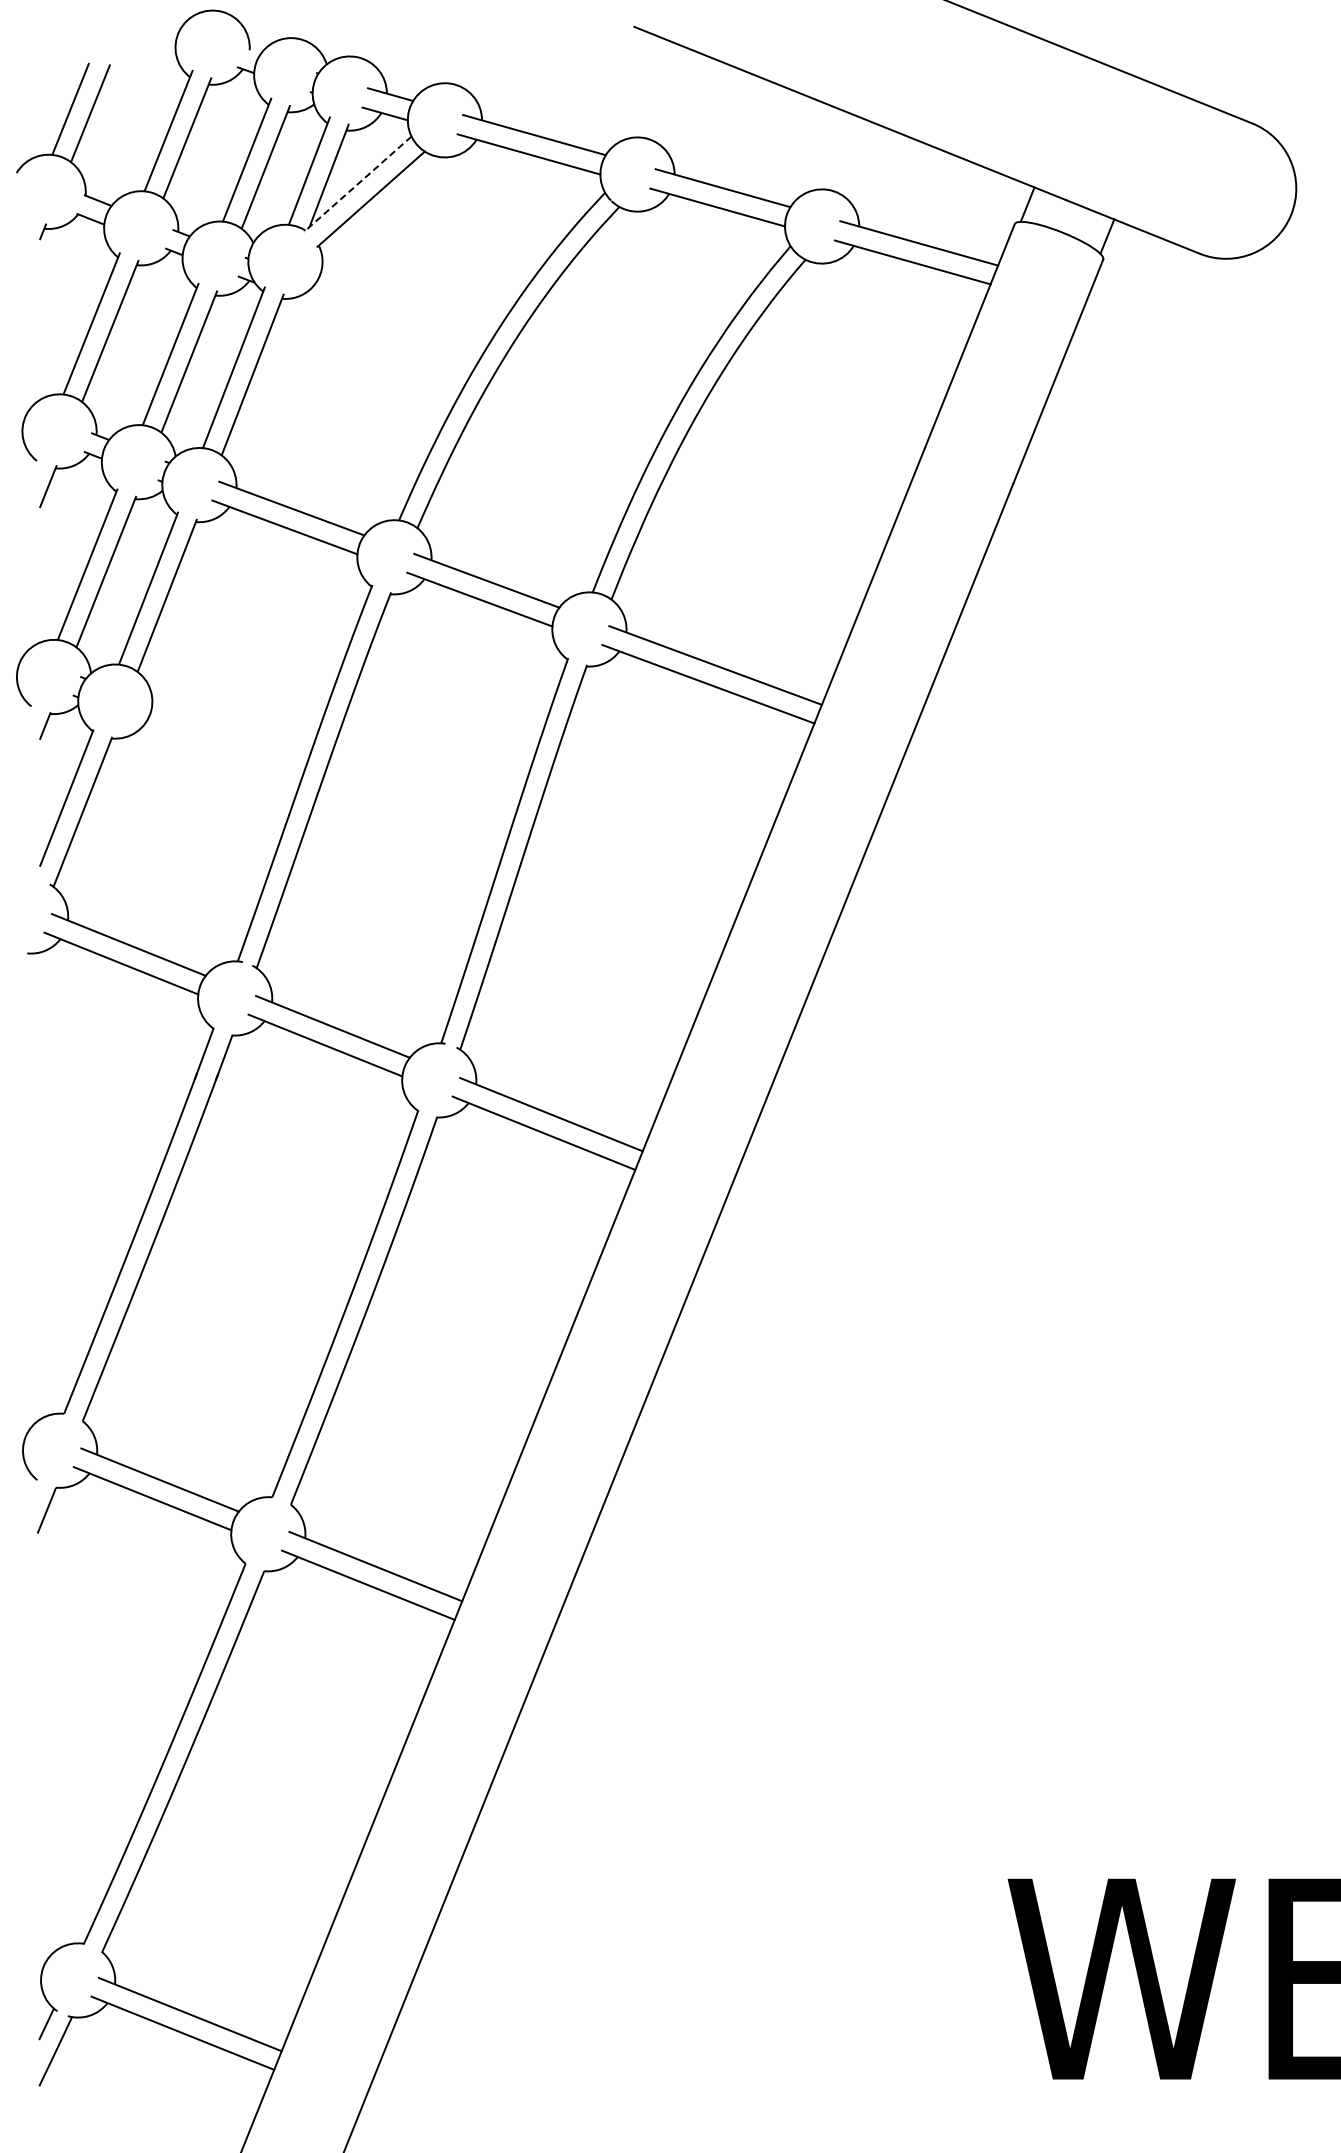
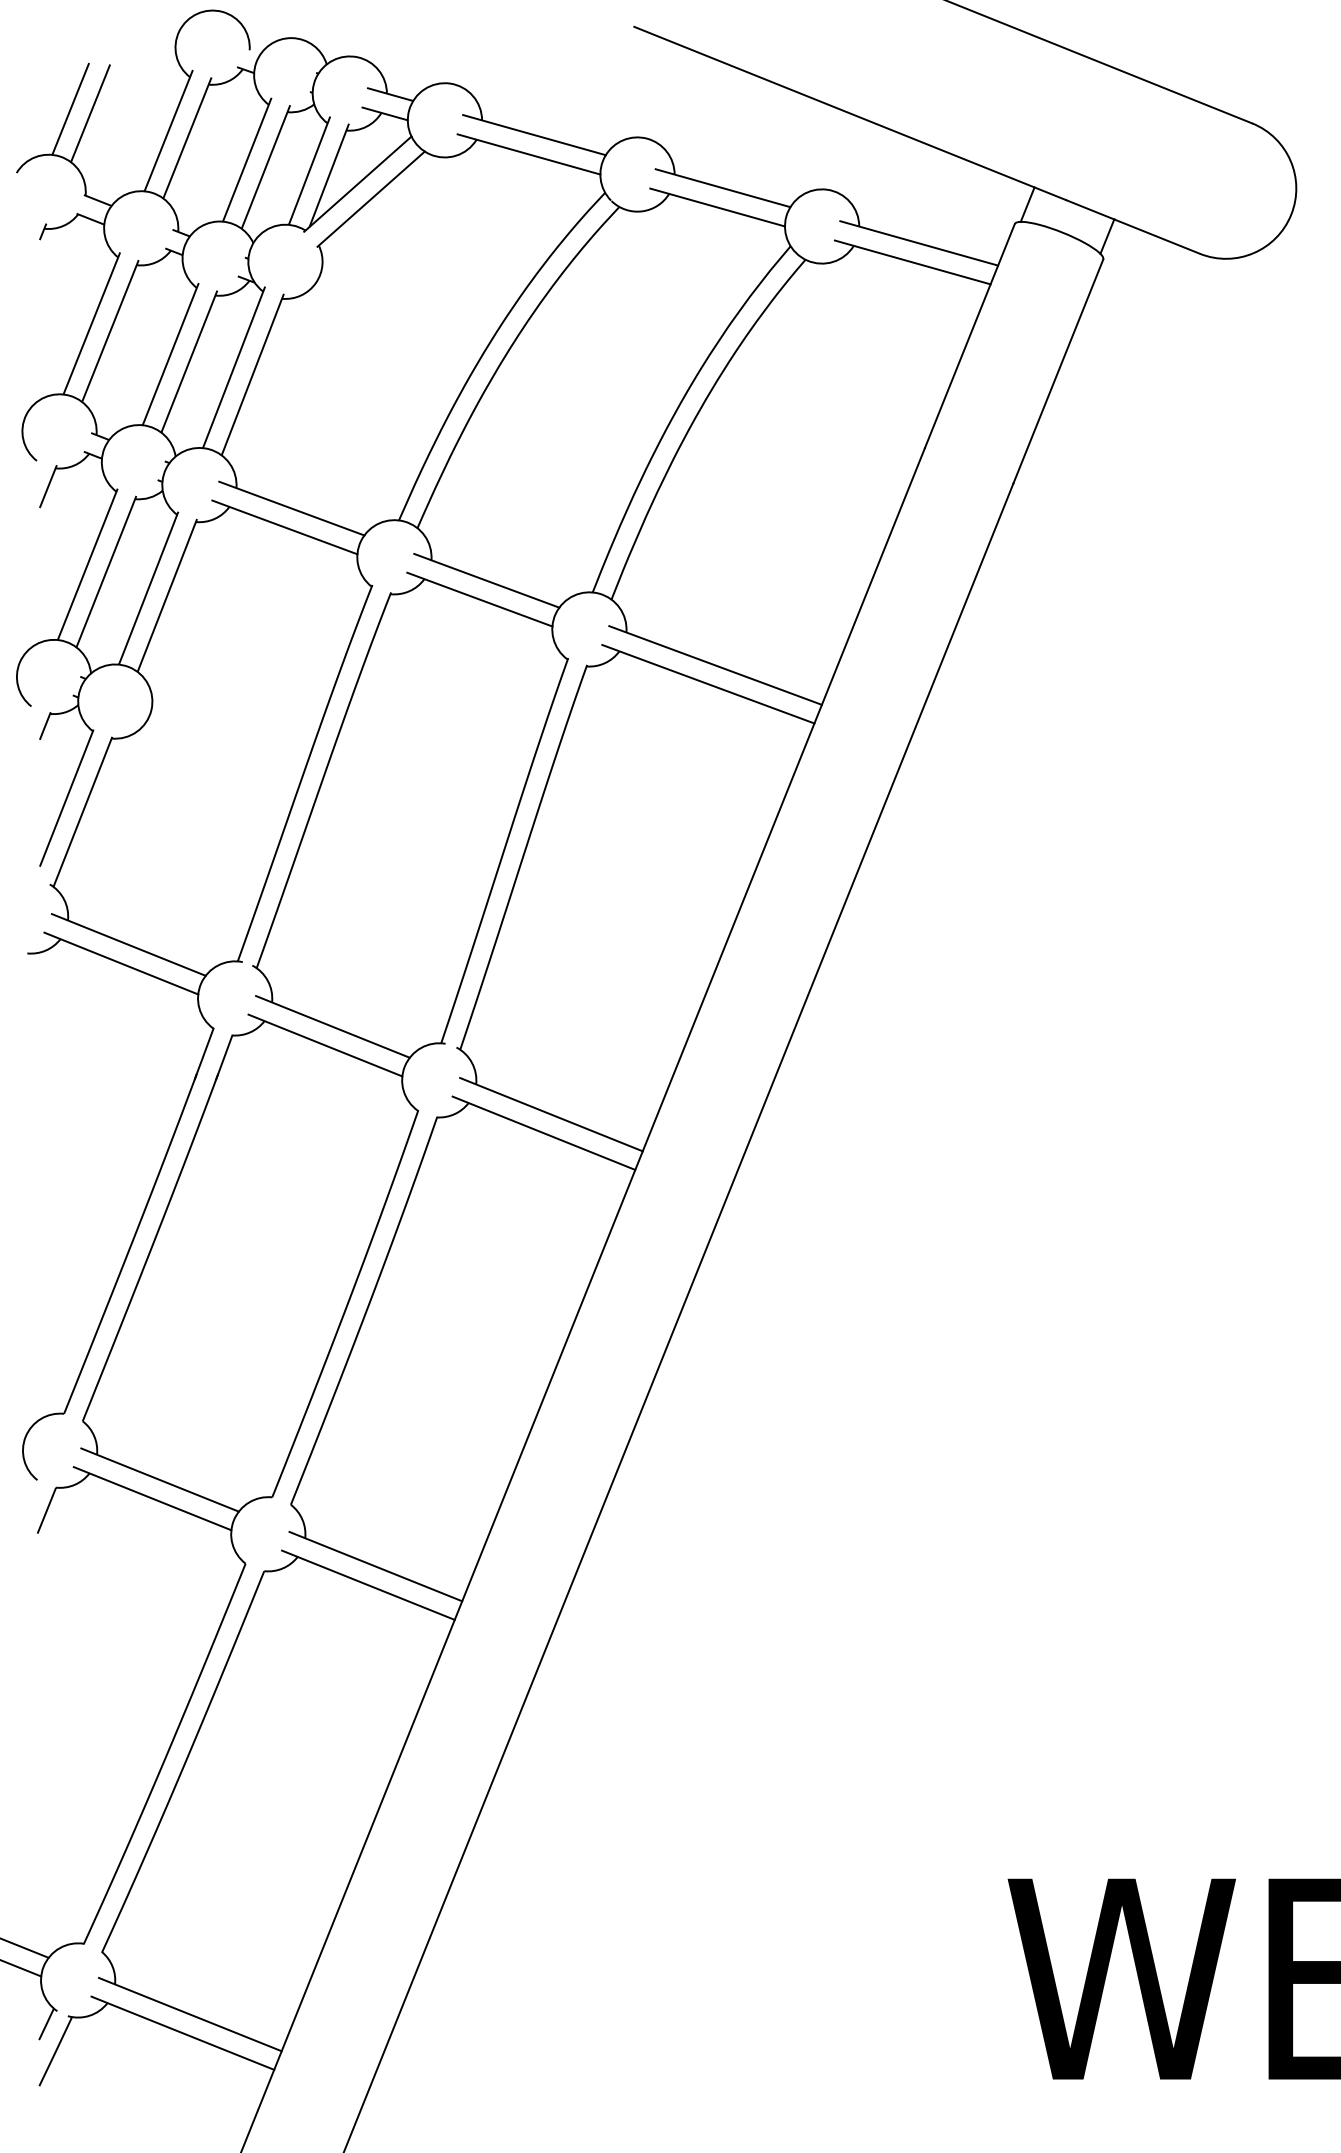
line at (357, 184): dashed -> solid
line at (25, 1948): none -> present
line at (21, 1968): none -> present
